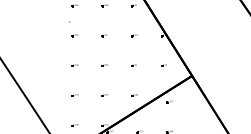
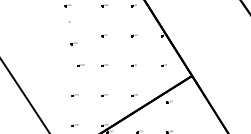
part at (74, 5) position: (74, 5) -> (67, 5)
part at (74, 35) position: (74, 35) -> (73, 43)
part at (74, 65) position: (74, 65) -> (80, 65)
